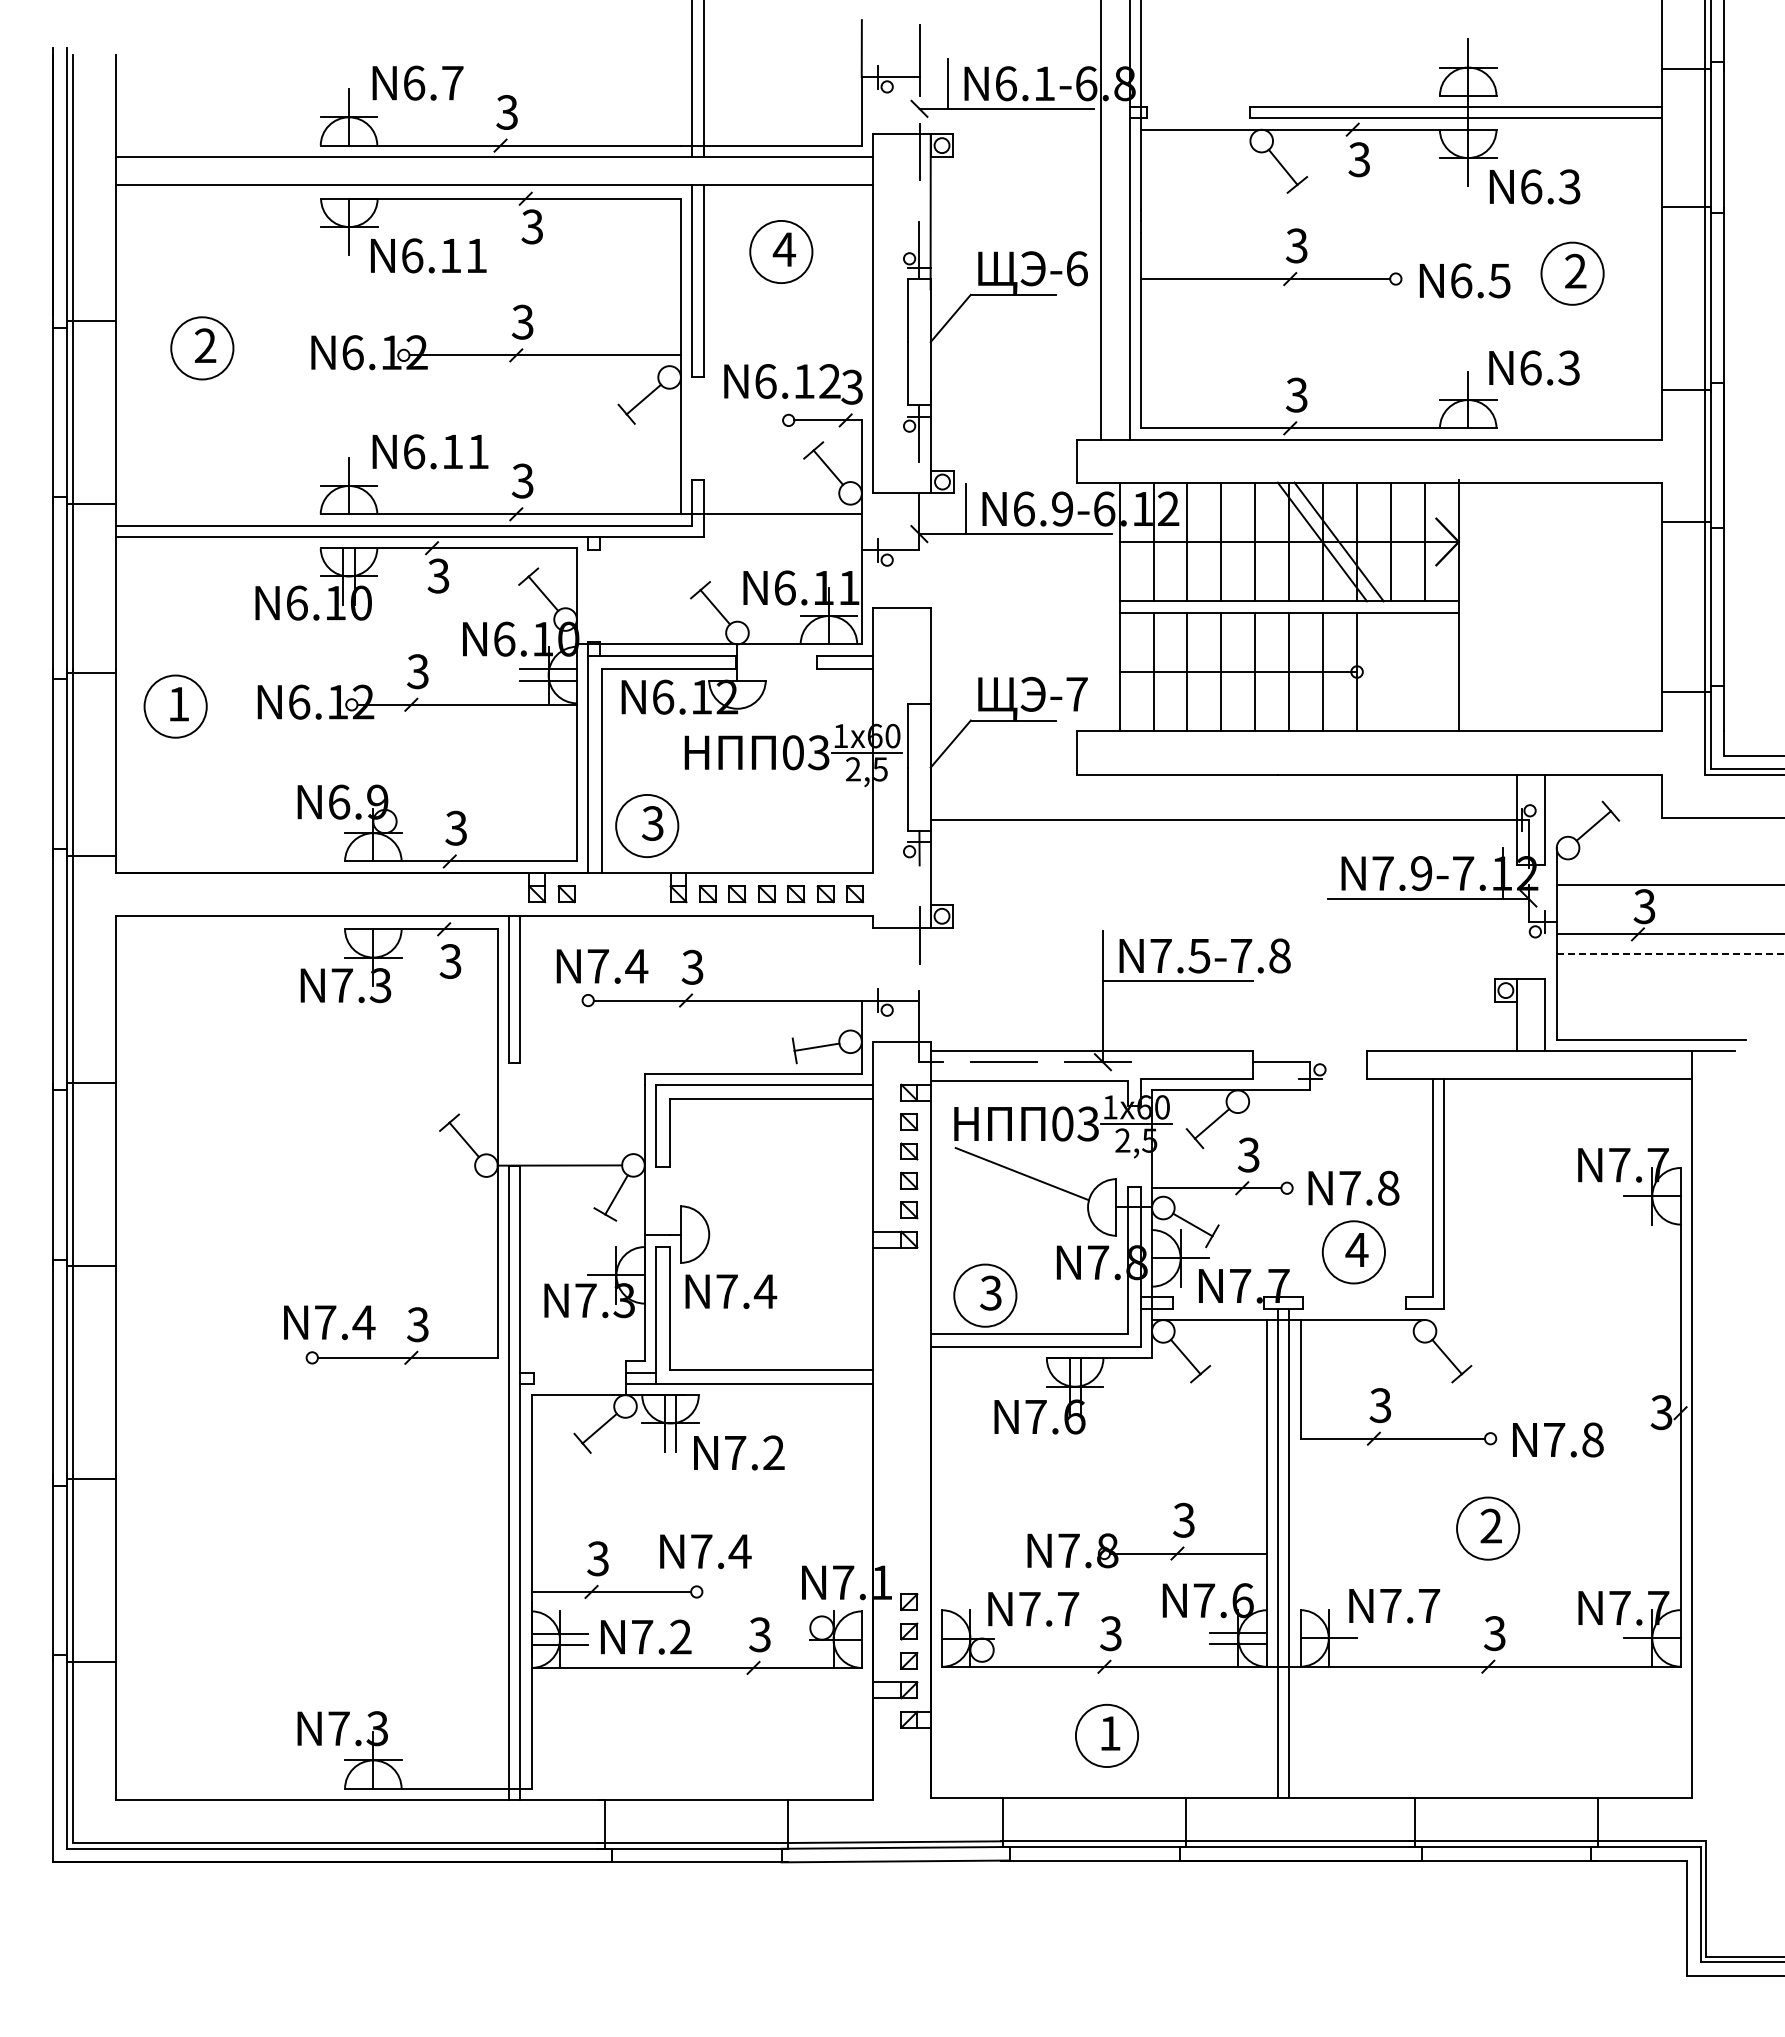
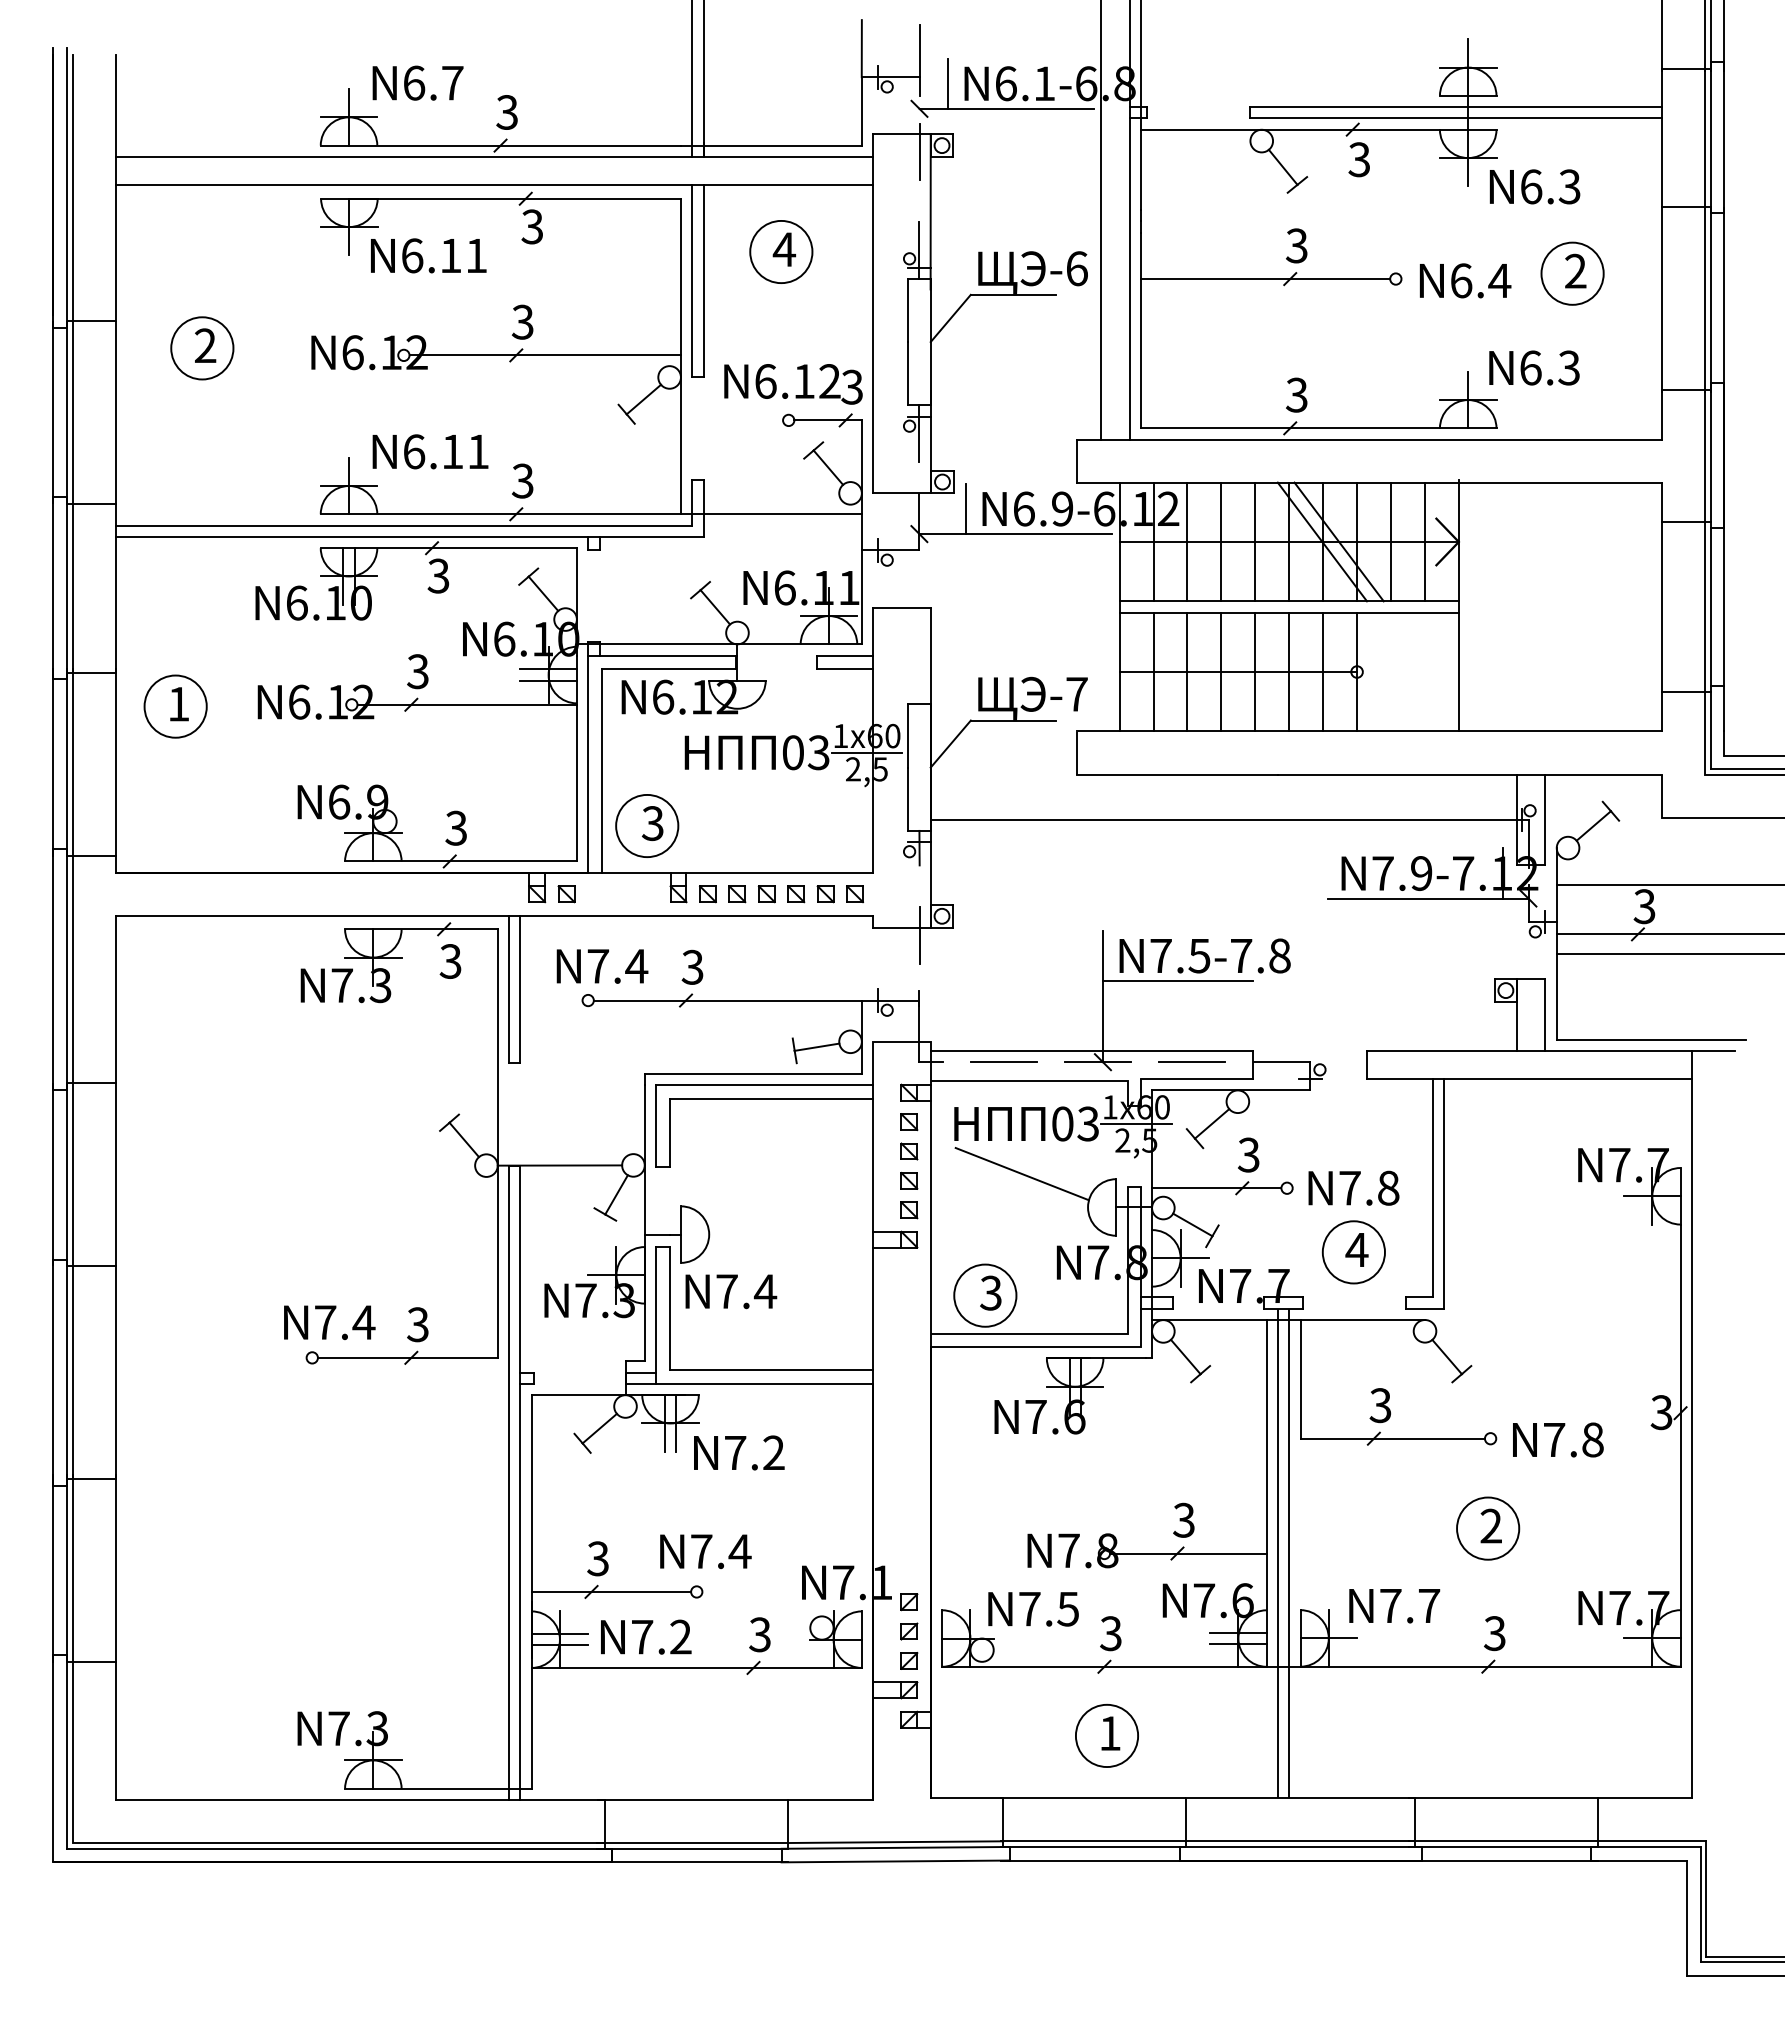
text at (1499, 281): N6.5 -> N6.4
line at (1670, 953): dashed -> solid
line at (1191, 1062): none -> present
text at (1068, 1609): N7.7 -> N7.5
